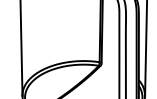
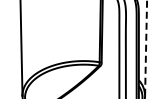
line at (146, 48): solid -> dashed
